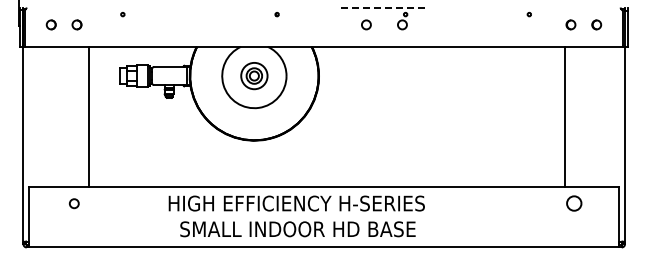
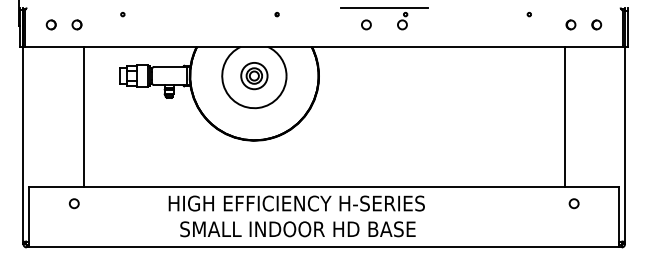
line at (384, 8): dashed -> solid
line at (88, 116) position: (88, 116) -> (83, 116)
circle at (574, 203) size: 17x17 px -> 12x12 px
